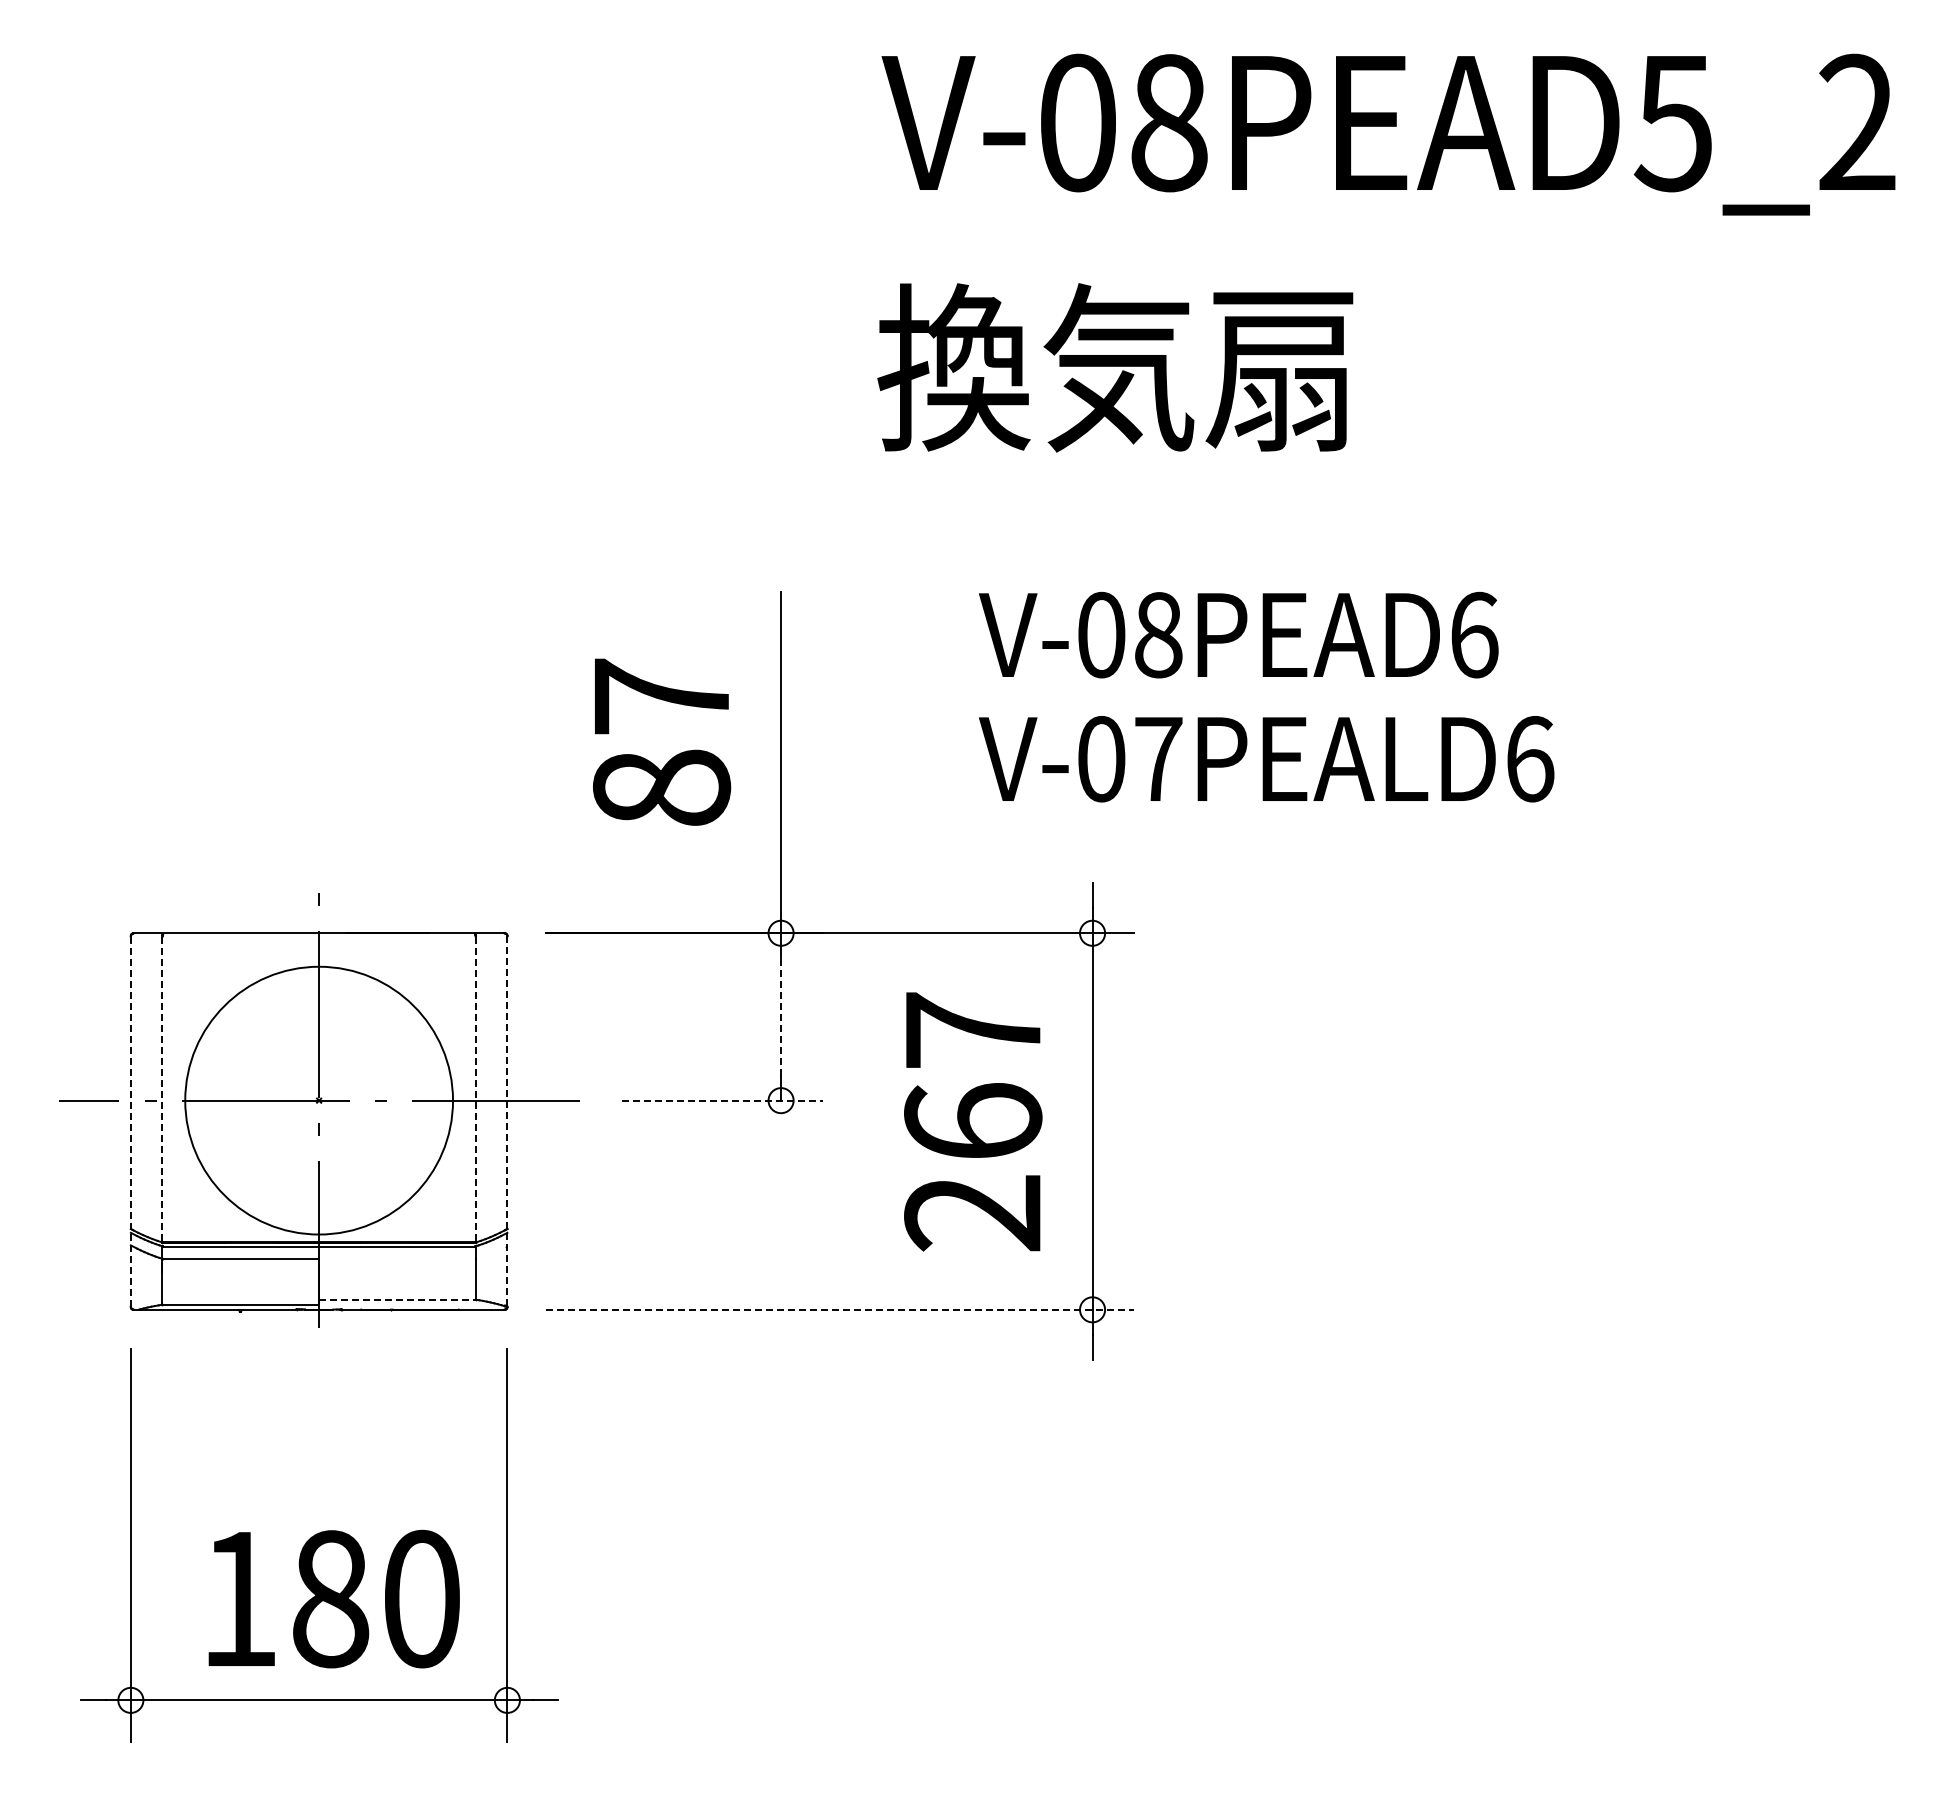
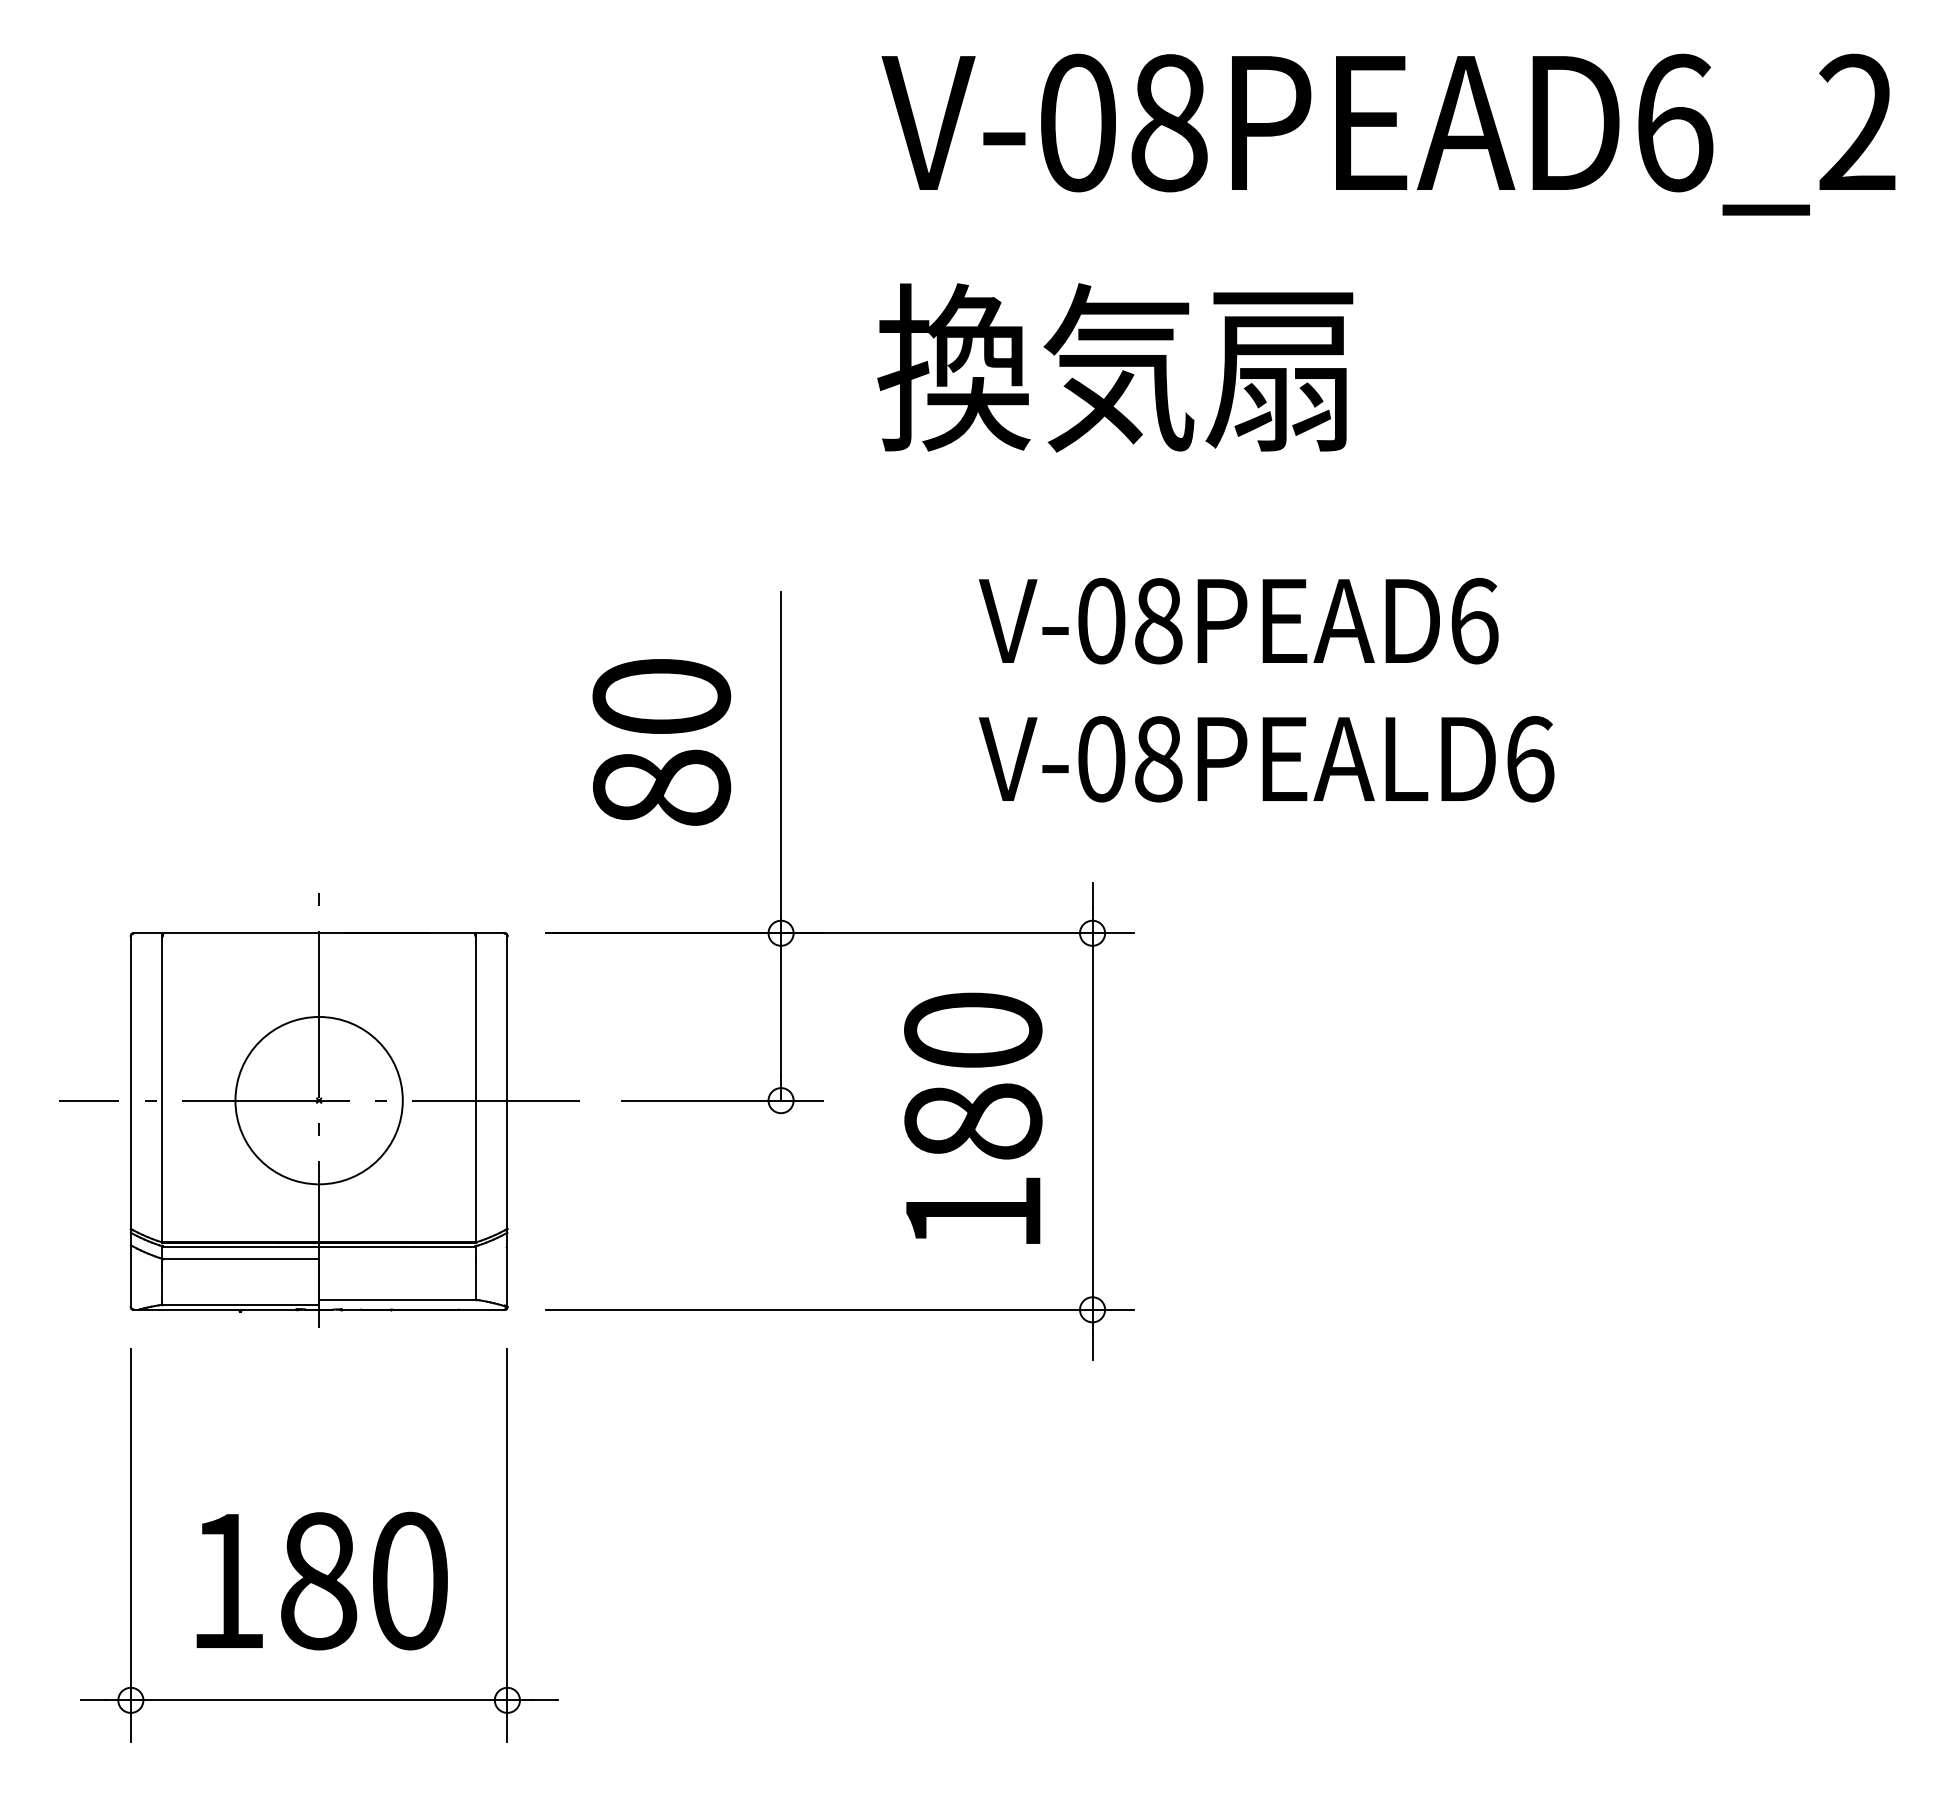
text at (1673, 122): V-08PEAD5_2 -> V-08PEAD6_2
text at (1238, 634) position: (1238, 634) -> (1238, 620)
text at (661, 696): 87 -> 80
text at (1158, 759): V-07PEALD6 -> V-08PEALD6
line at (781, 1016): dashed -> solid
line at (162, 1089): dashed -> solid
line at (475, 1089): dashed -> solid
circle at (319, 1100) diameter: 268 px -> 167 px
line at (722, 1100): dashed -> solid
line at (130, 1121): dashed -> solid
text at (973, 1121): 267 -> 180
line at (507, 1122): dashed -> solid
line at (397, 1299): dashed -> solid
line at (840, 1309): dashed -> solid
text at (333, 1598) position: (333, 1598) -> (321, 1580)
